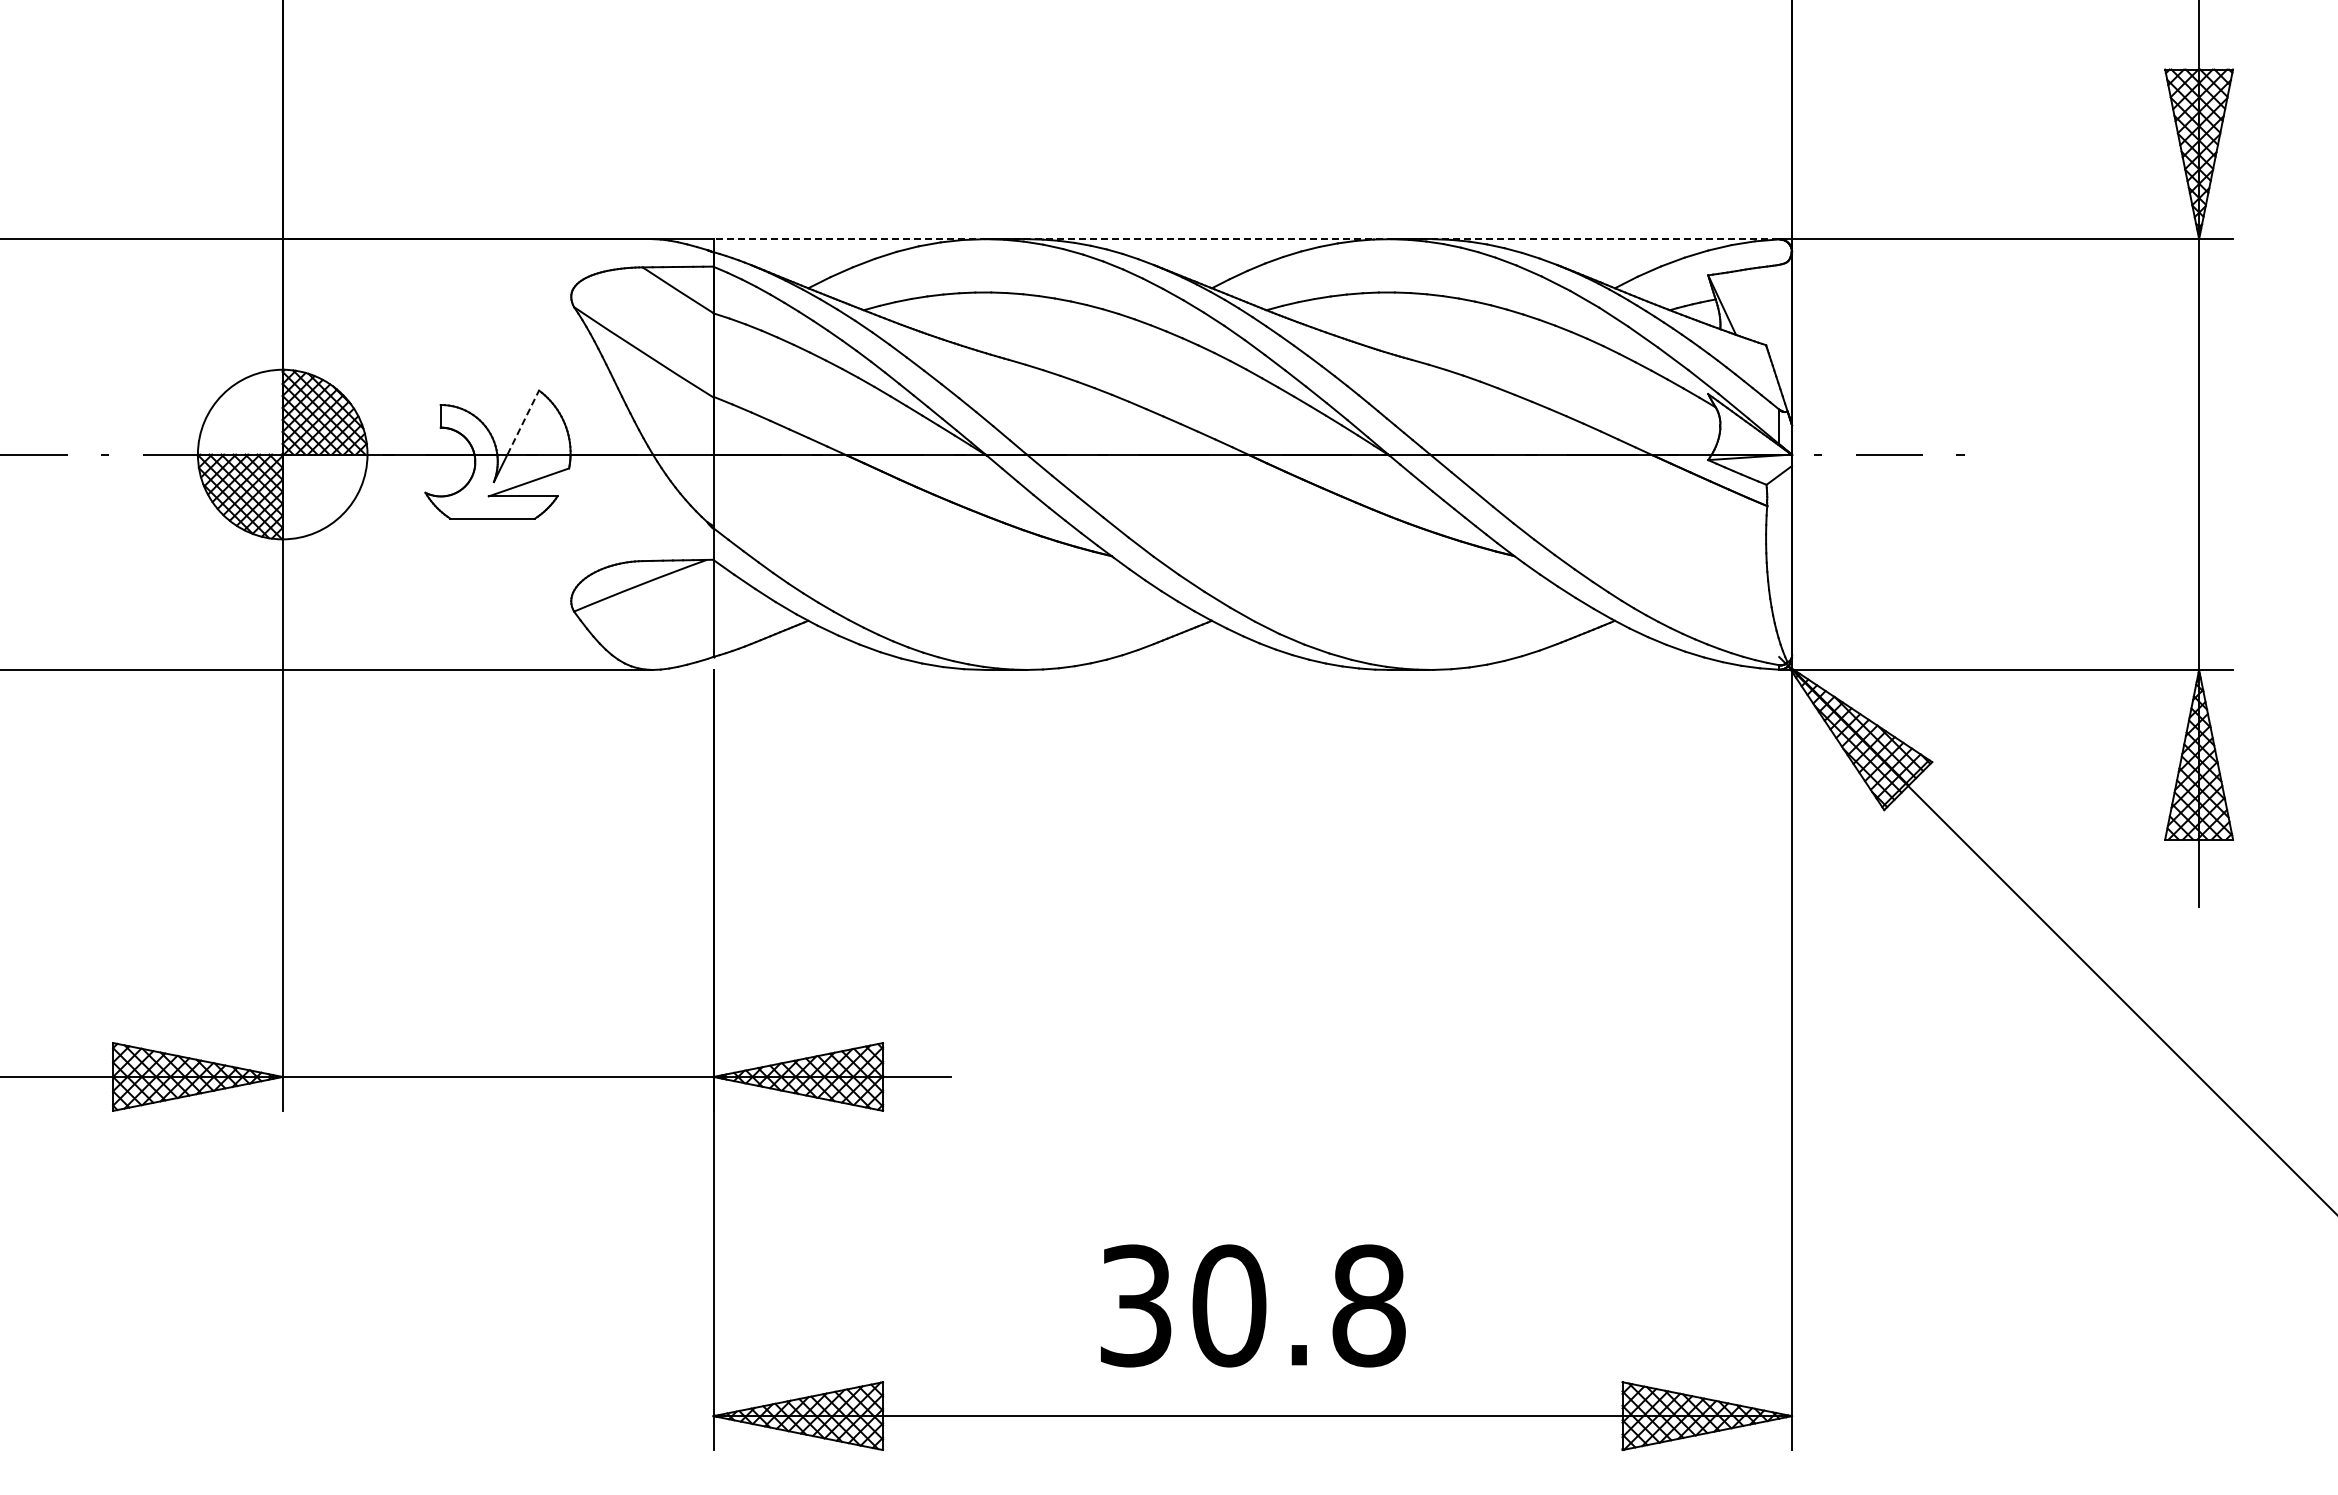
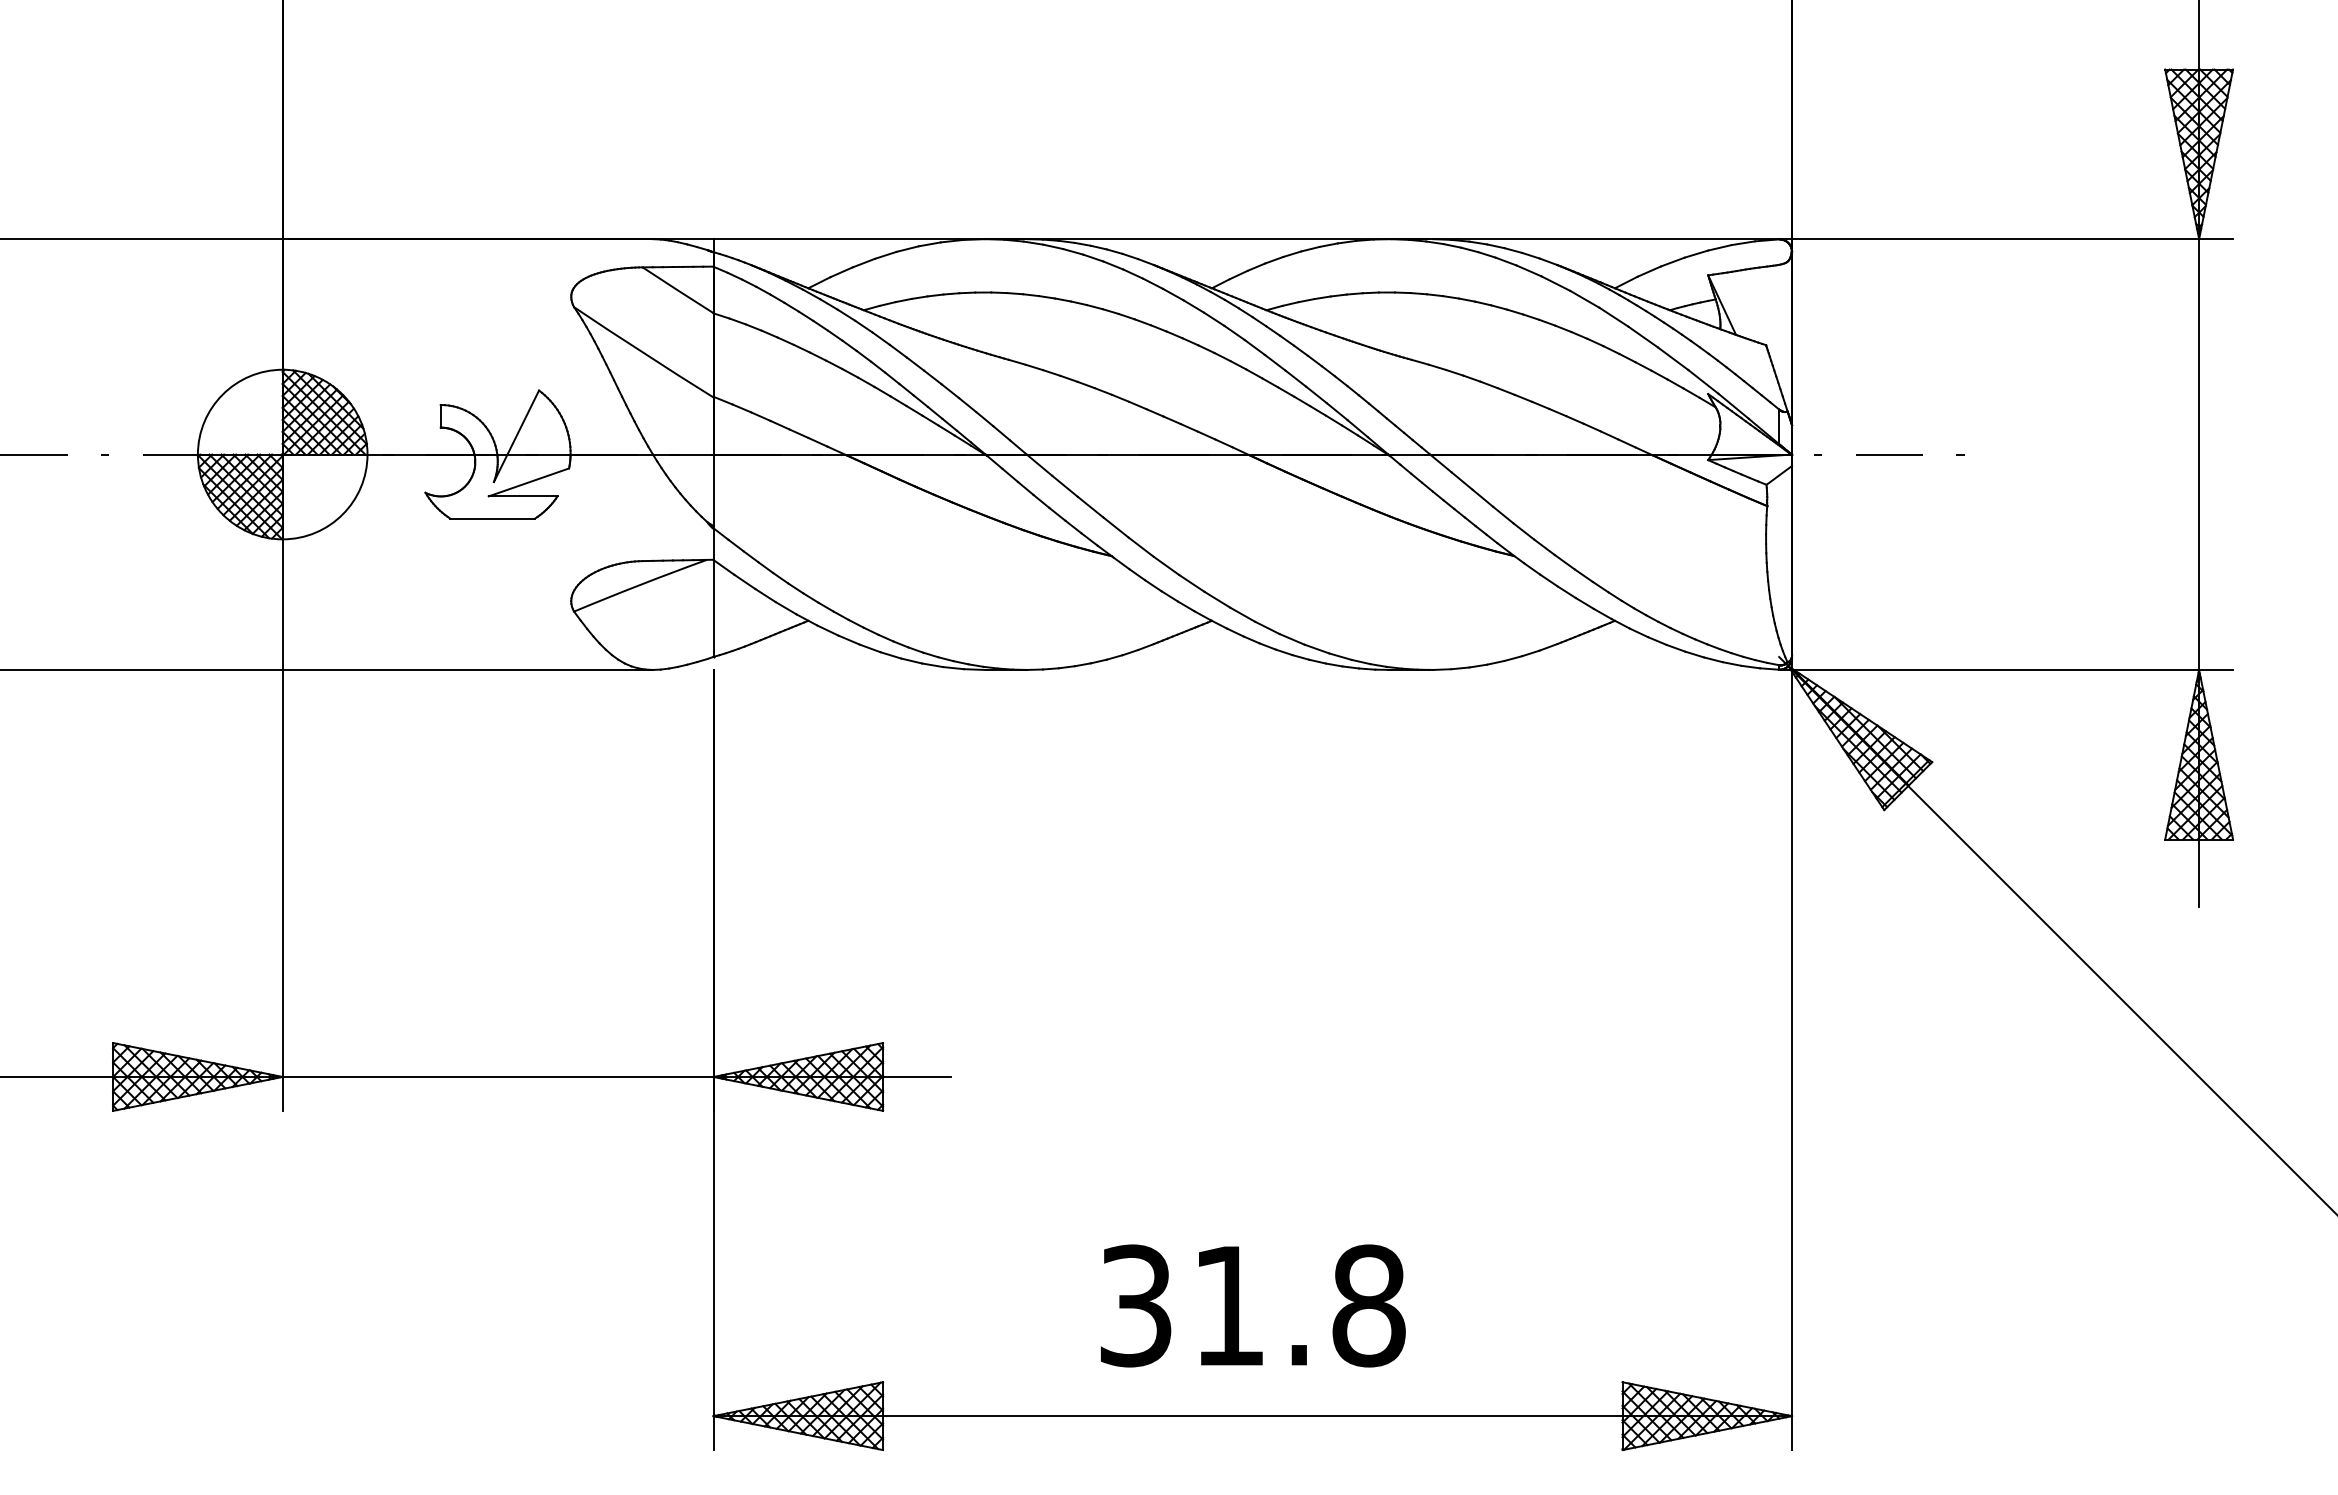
line at (1246, 239): dashed -> solid
line at (523, 422): dashed -> solid
text at (1229, 1305): 30.8 -> 31.8
